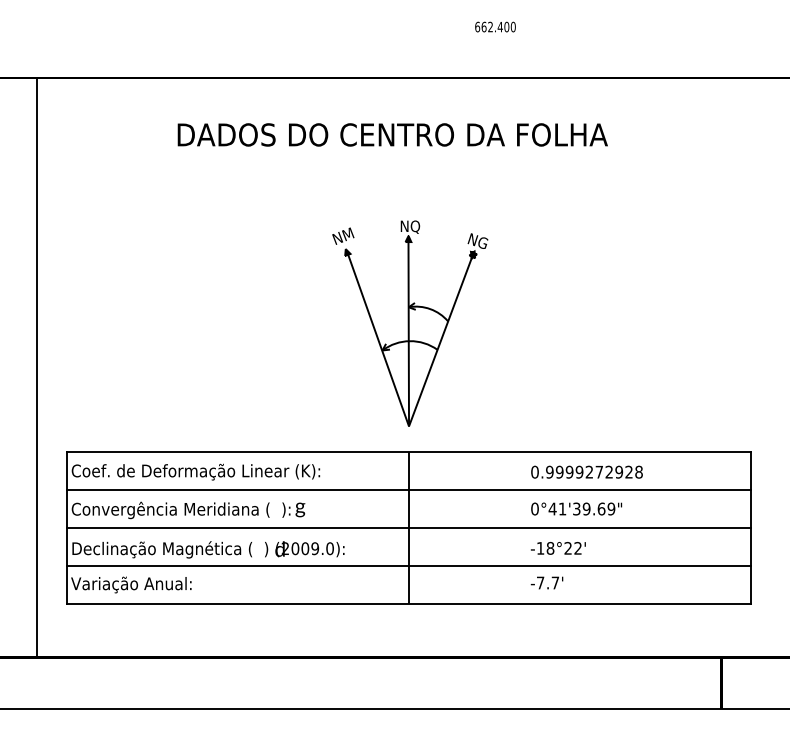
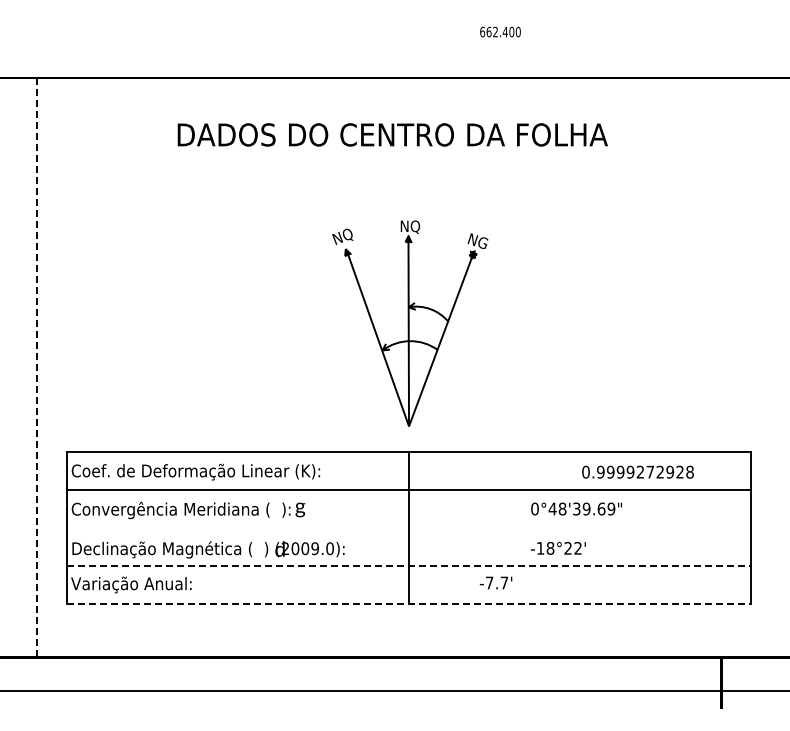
text at (495, 26) position: (495, 26) -> (500, 31)
text at (348, 234): NM -> NQ
line at (37, 367): solid -> dashed
text at (586, 471) position: (586, 471) -> (637, 471)
text at (562, 508): 0°41'39.69" -> 0°48'39.69"
line at (409, 528): present -> none
line at (409, 565): solid -> dashed
text at (546, 582) position: (546, 582) -> (495, 582)
line at (409, 603): solid -> dashed
line at (394, 709) position: (394, 709) -> (394, 691)
